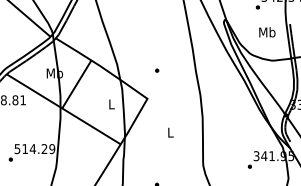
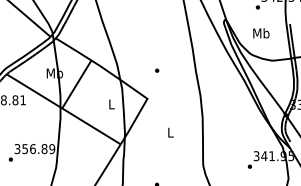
text at (267, 32) position: (267, 32) -> (261, 33)
text at (31, 149): 514.29 -> 356.89
